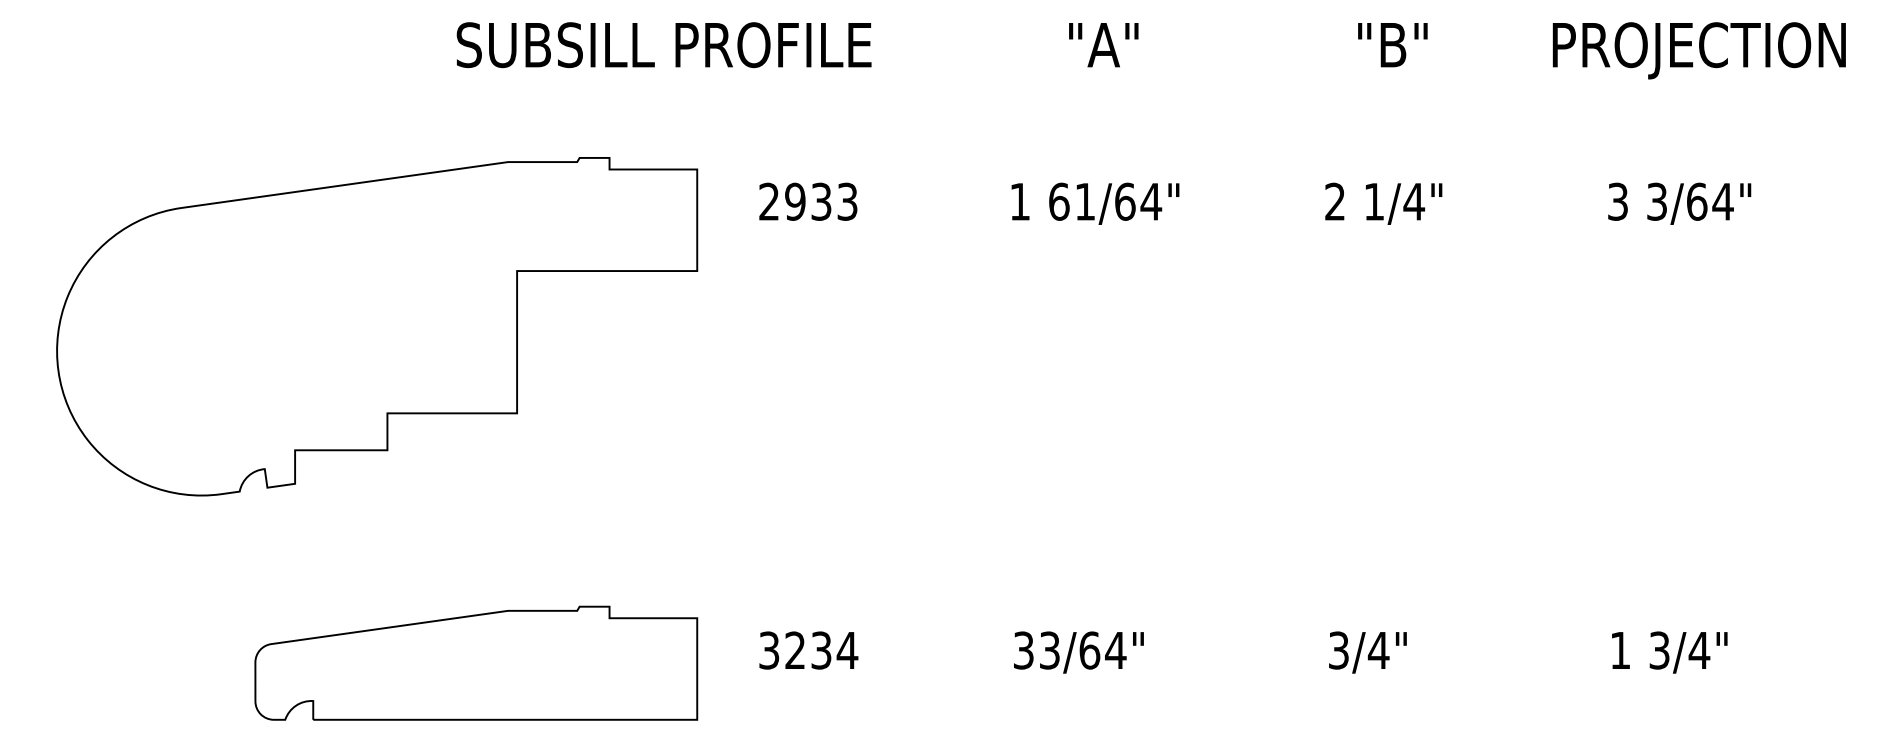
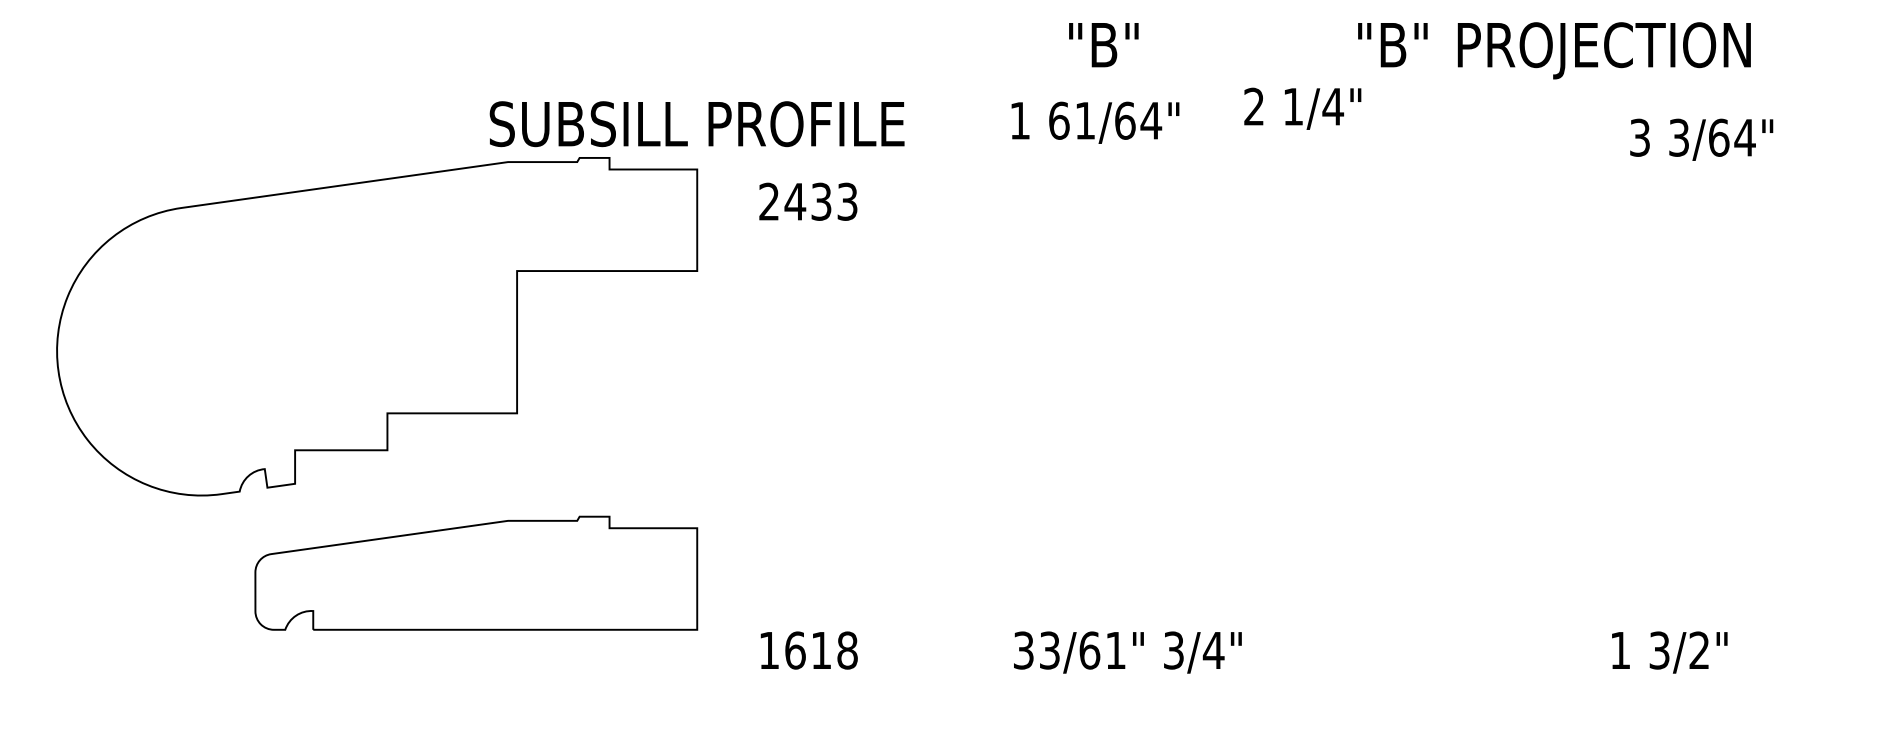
text at (663, 45) position: (663, 45) -> (696, 124)
text at (1112, 45): "A" -> "B"
text at (1698, 50) position: (1698, 50) -> (1603, 50)
text at (795, 201): 2933 -> 2433
text at (1095, 203) position: (1095, 203) -> (1095, 122)
text at (1383, 203) position: (1383, 203) -> (1302, 108)
text at (1679, 203) position: (1679, 203) -> (1701, 139)
text at (1699, 649): 3/4" -> 3/2"
text at (808, 650): 3234 -> 1618
text at (1115, 650): 33/64" -> 33/61"
text at (1367, 652) position: (1367, 652) -> (1202, 652)
part at (476, 662) position: (476, 662) -> (476, 572)
